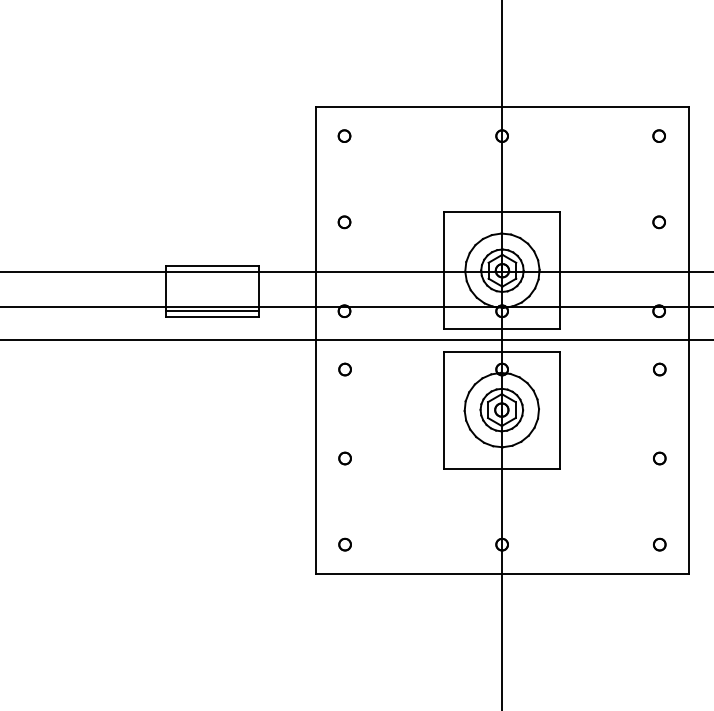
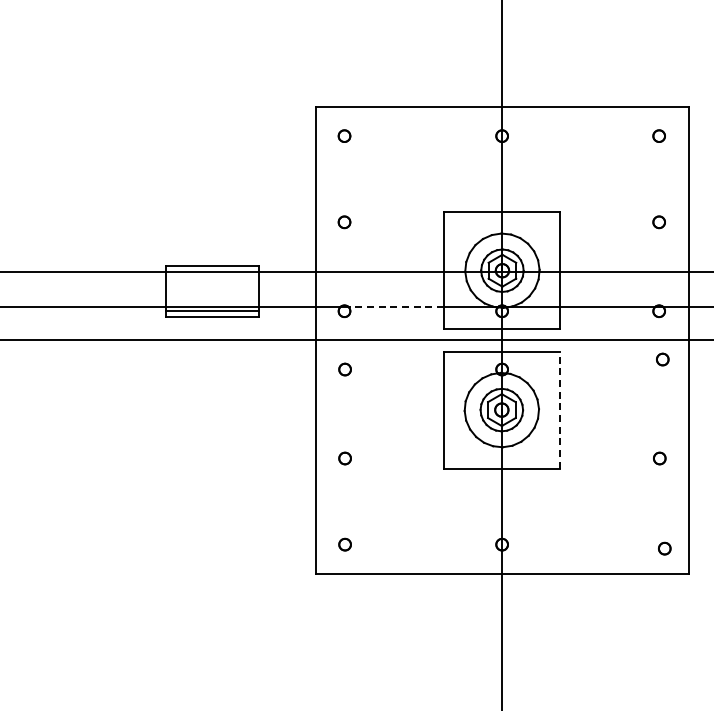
line at (395, 306): solid -> dashed
part at (659, 369) position: (659, 369) -> (662, 359)
line at (560, 409): solid -> dashed
part at (659, 544) position: (659, 544) -> (664, 548)
